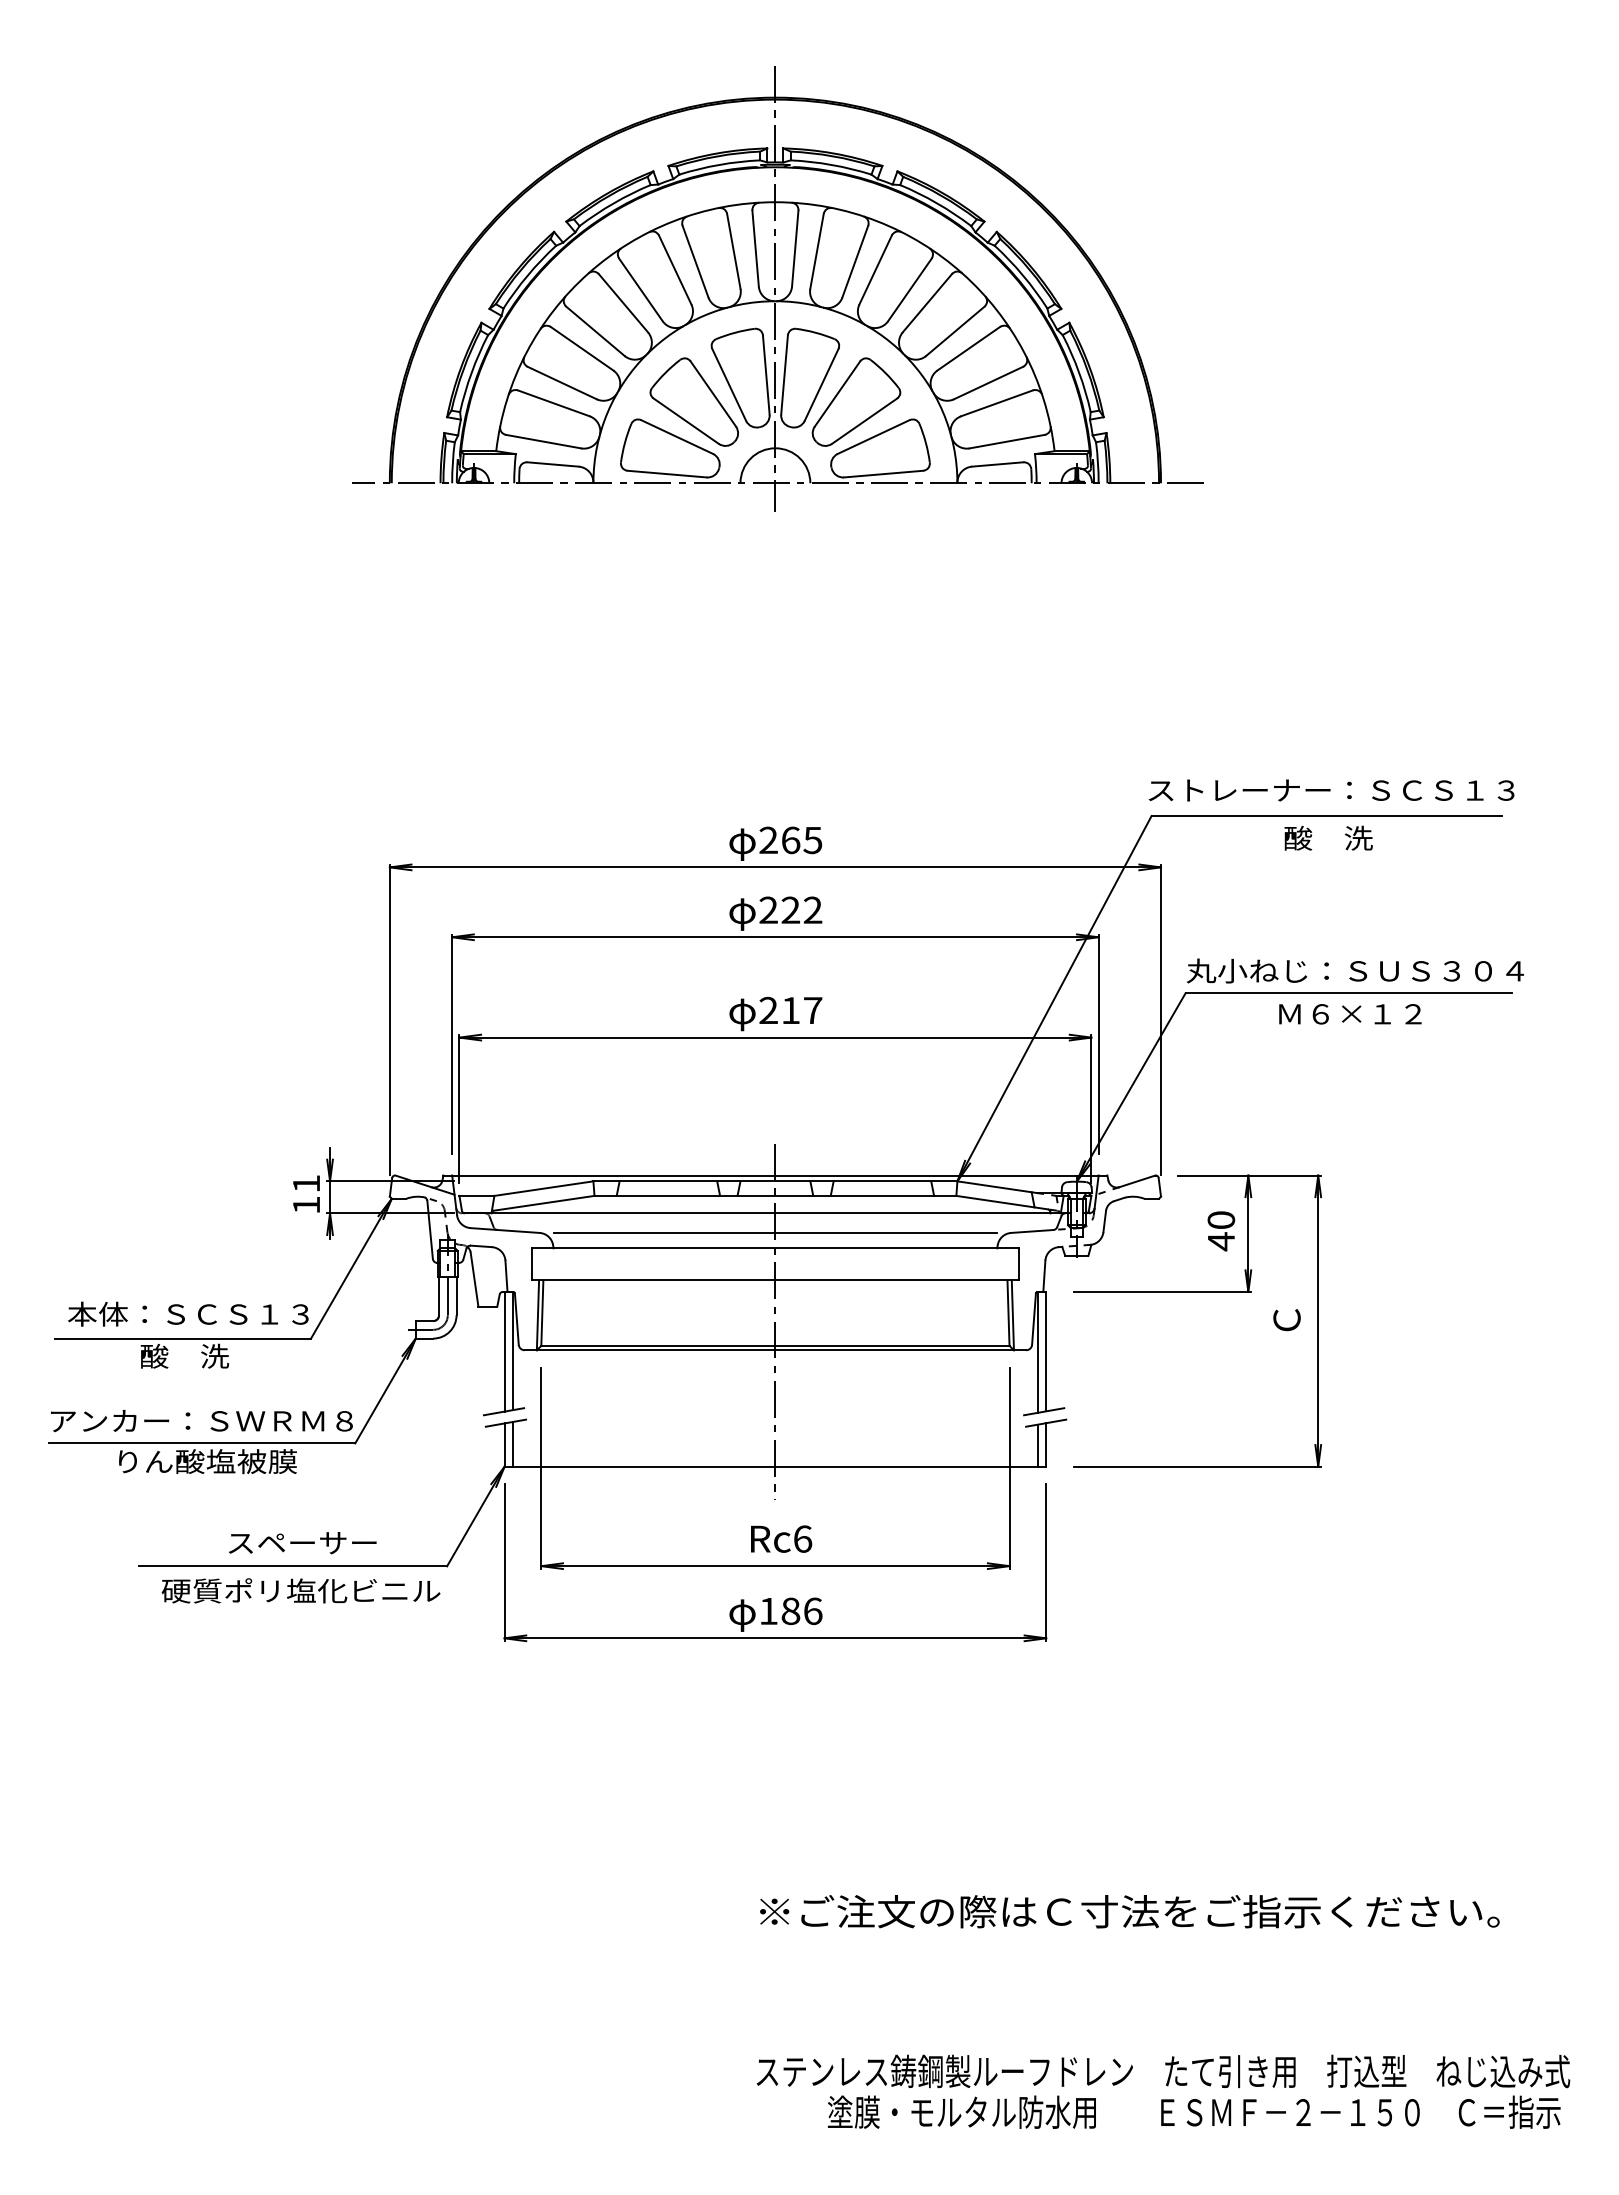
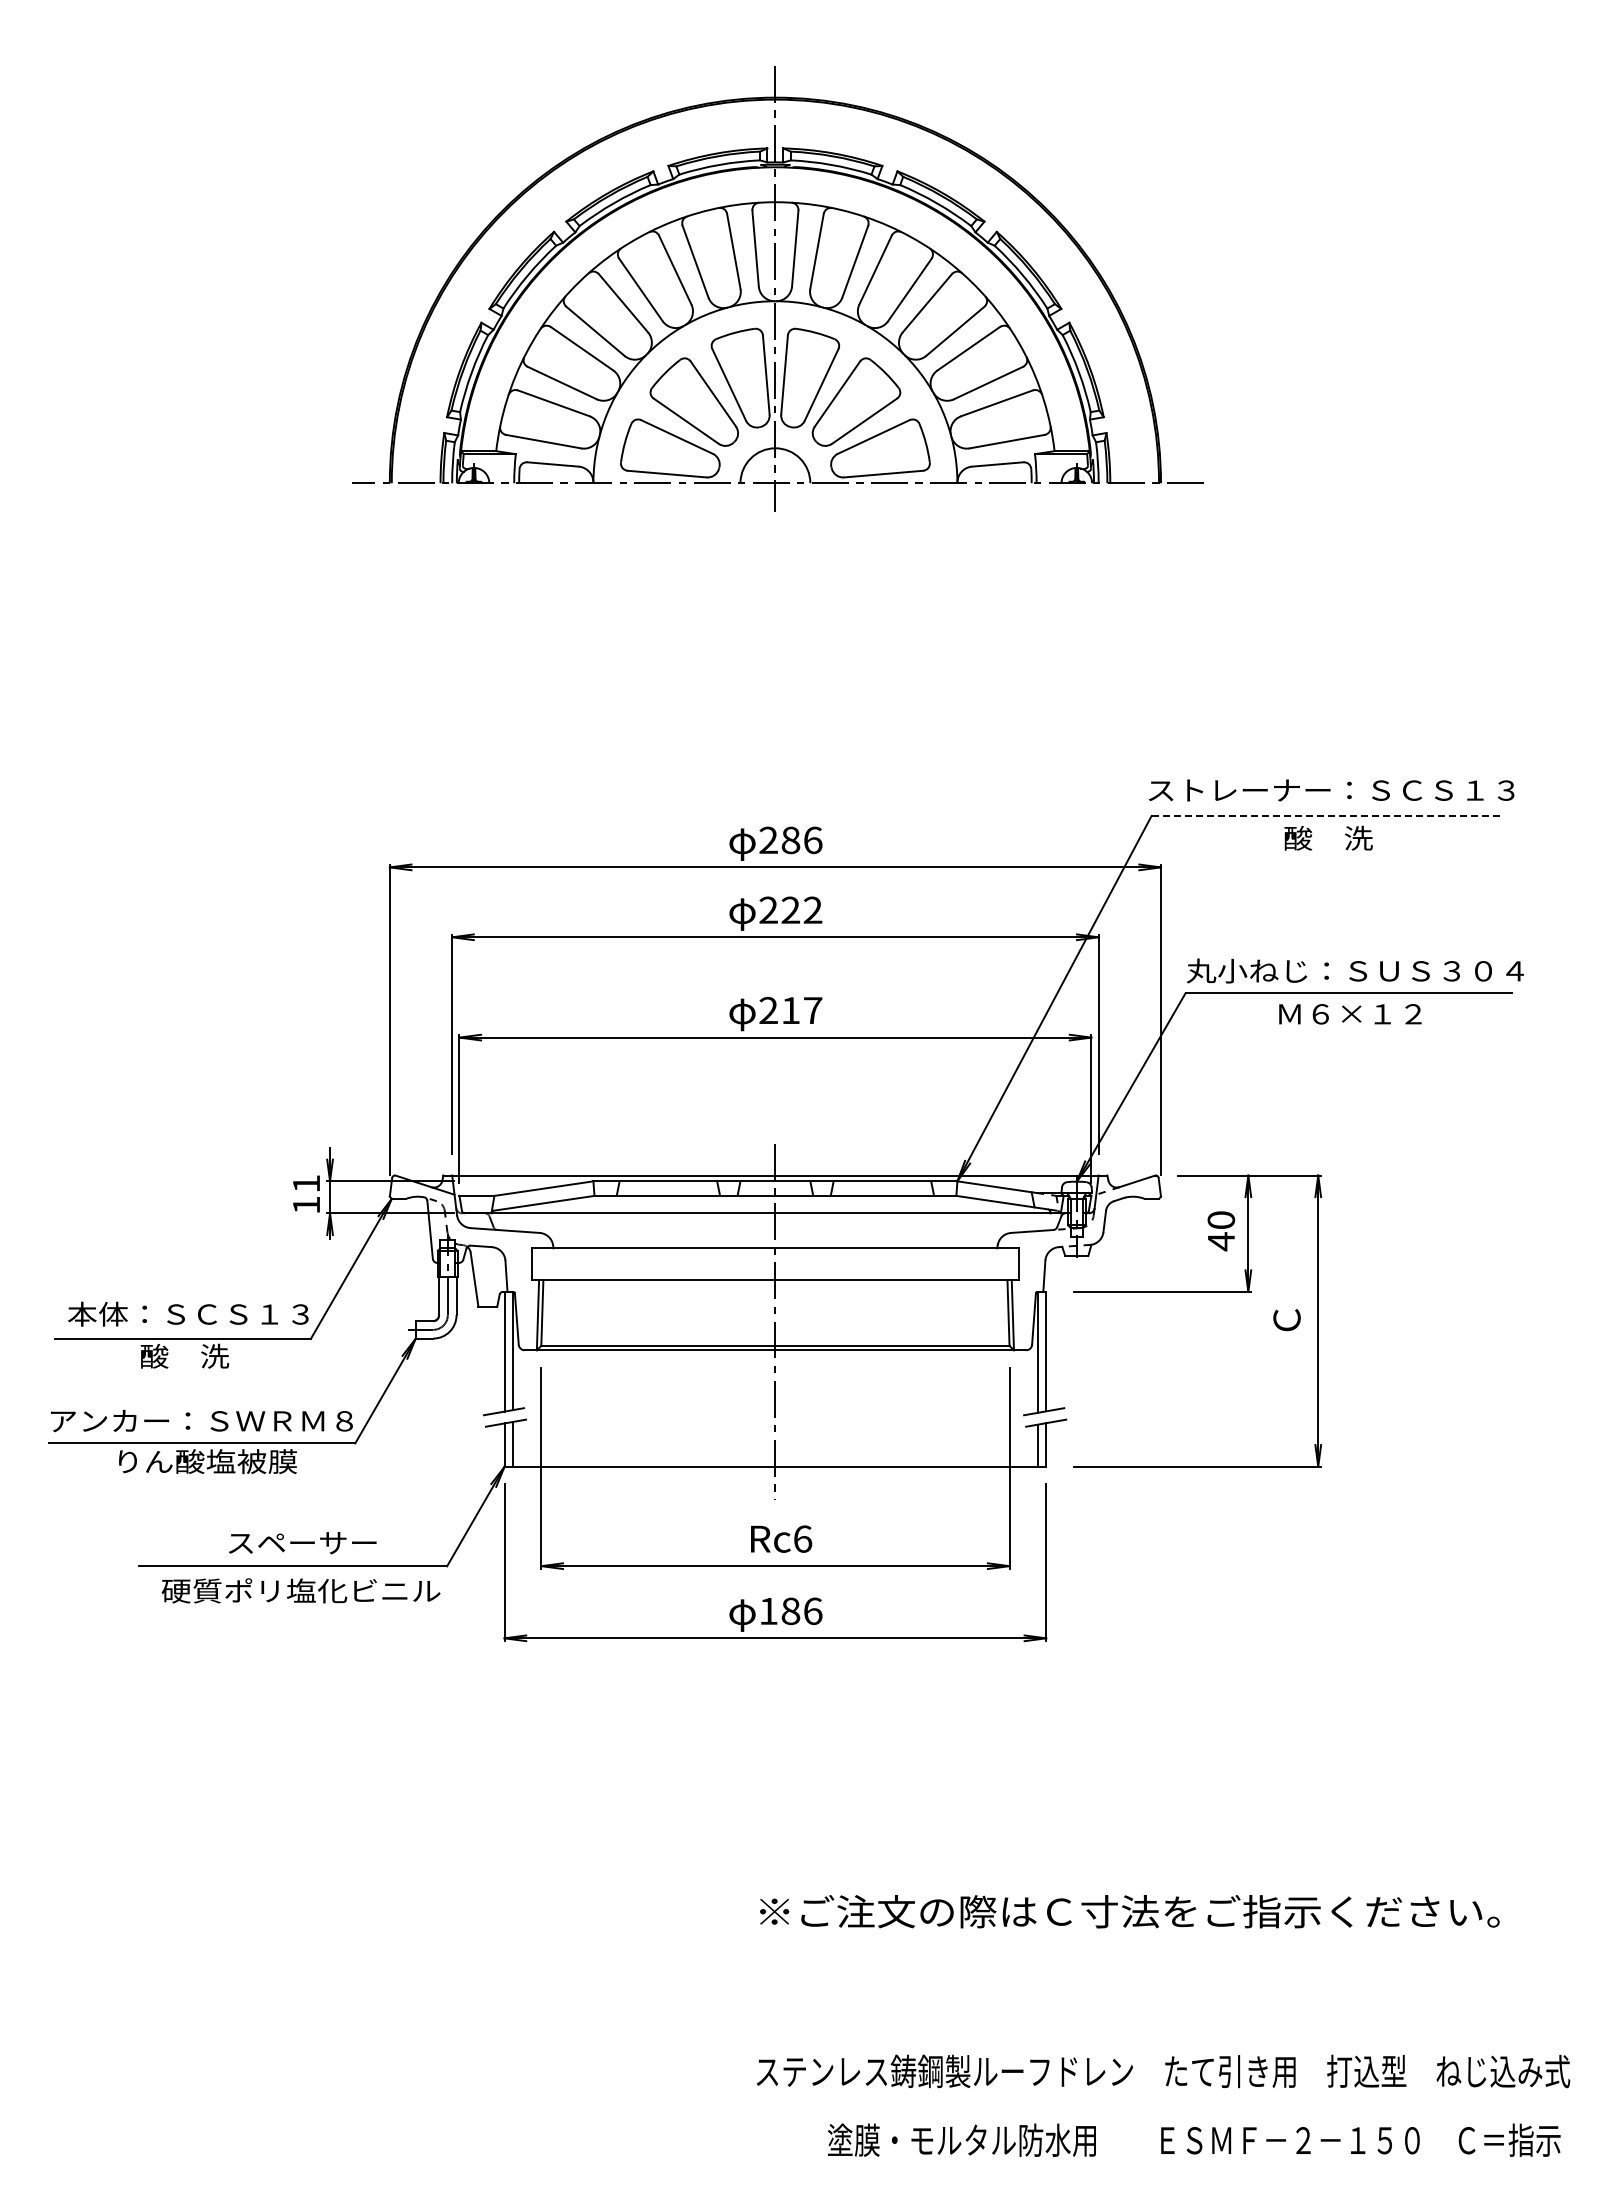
line at (1327, 816): solid -> dashed
text at (801, 840): 265 -> 286
line at (775, 1232): present -> none
text at (1194, 2111) position: (1194, 2111) -> (1194, 2139)
